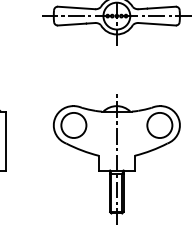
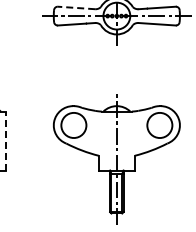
line at (76, 7): solid -> dashed
line at (5, 140): solid -> dashed
